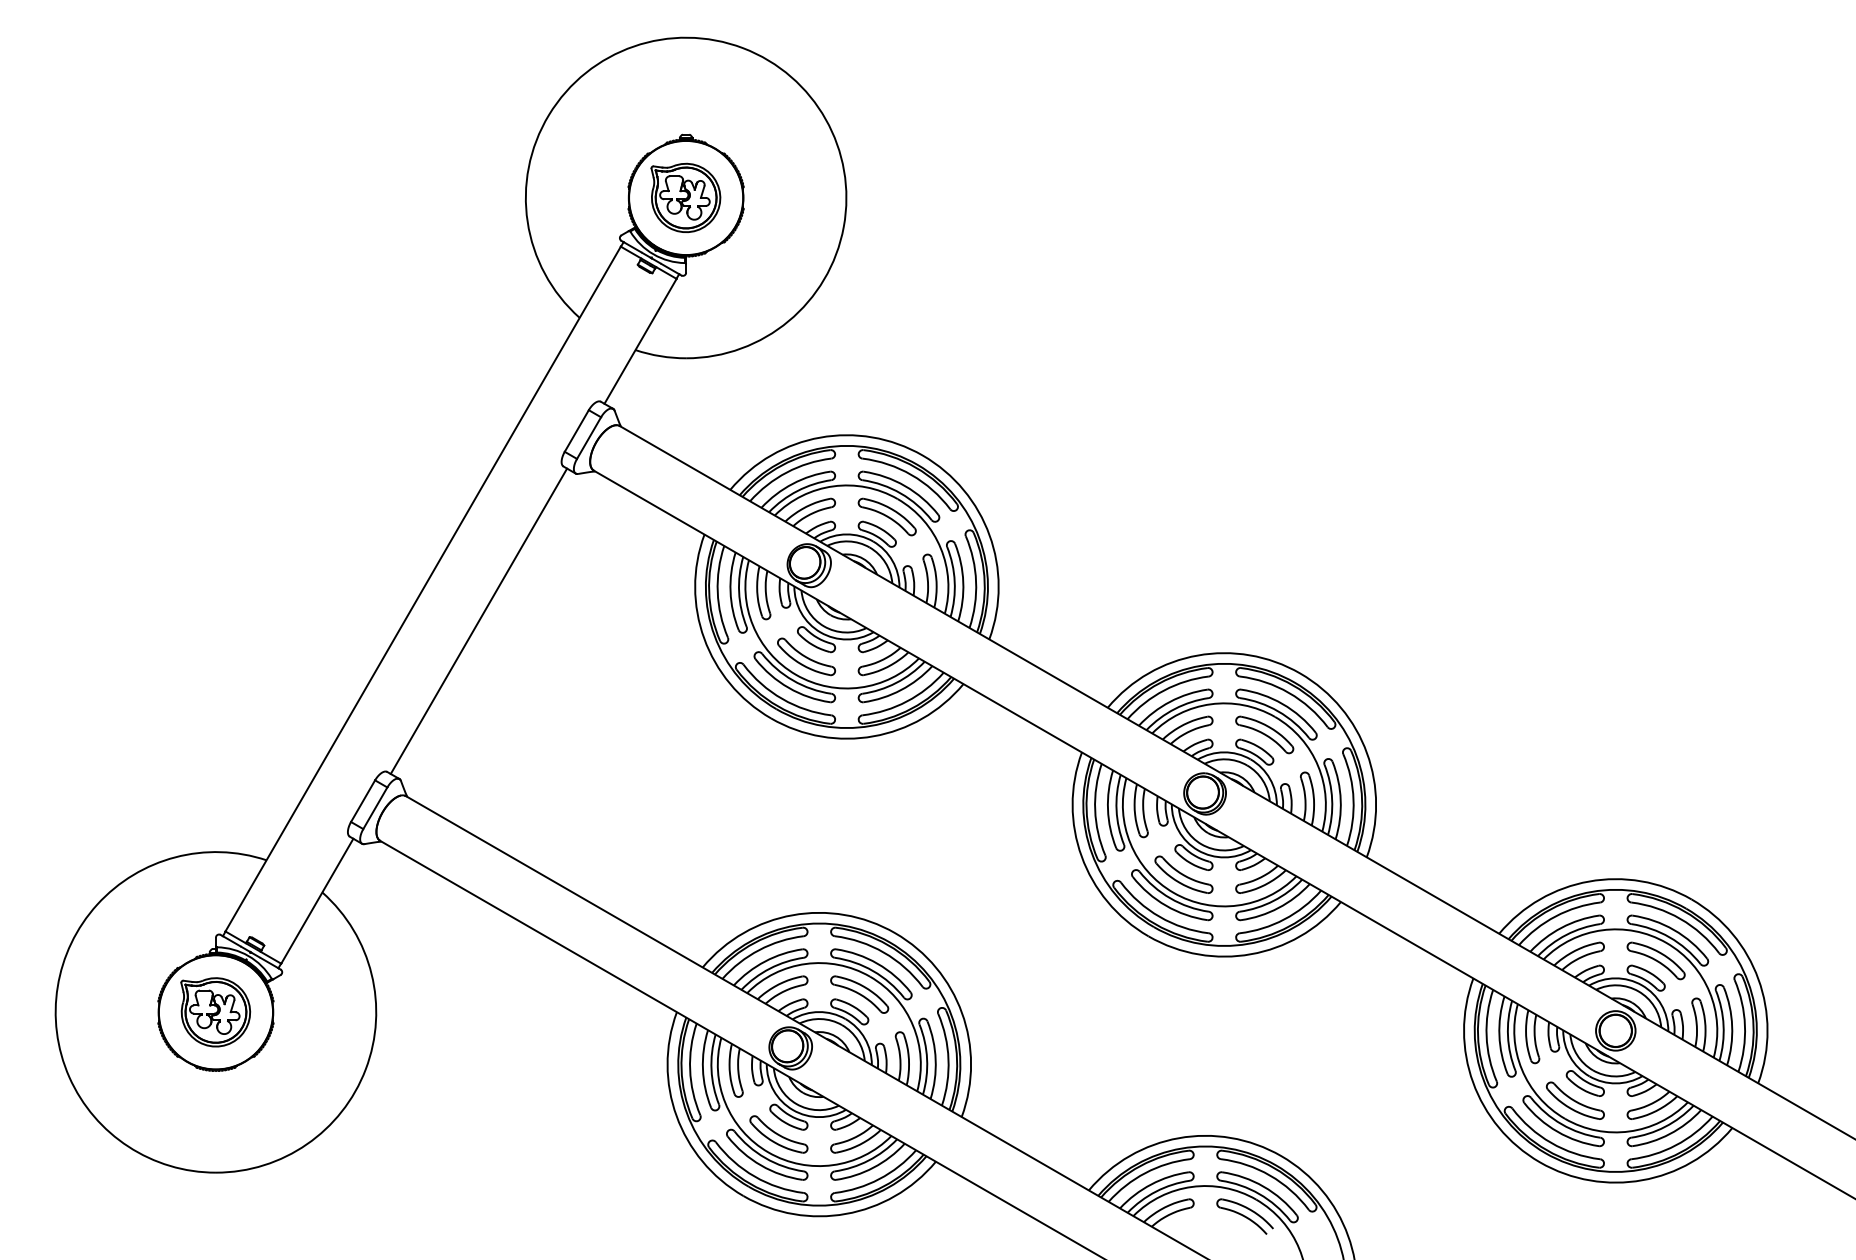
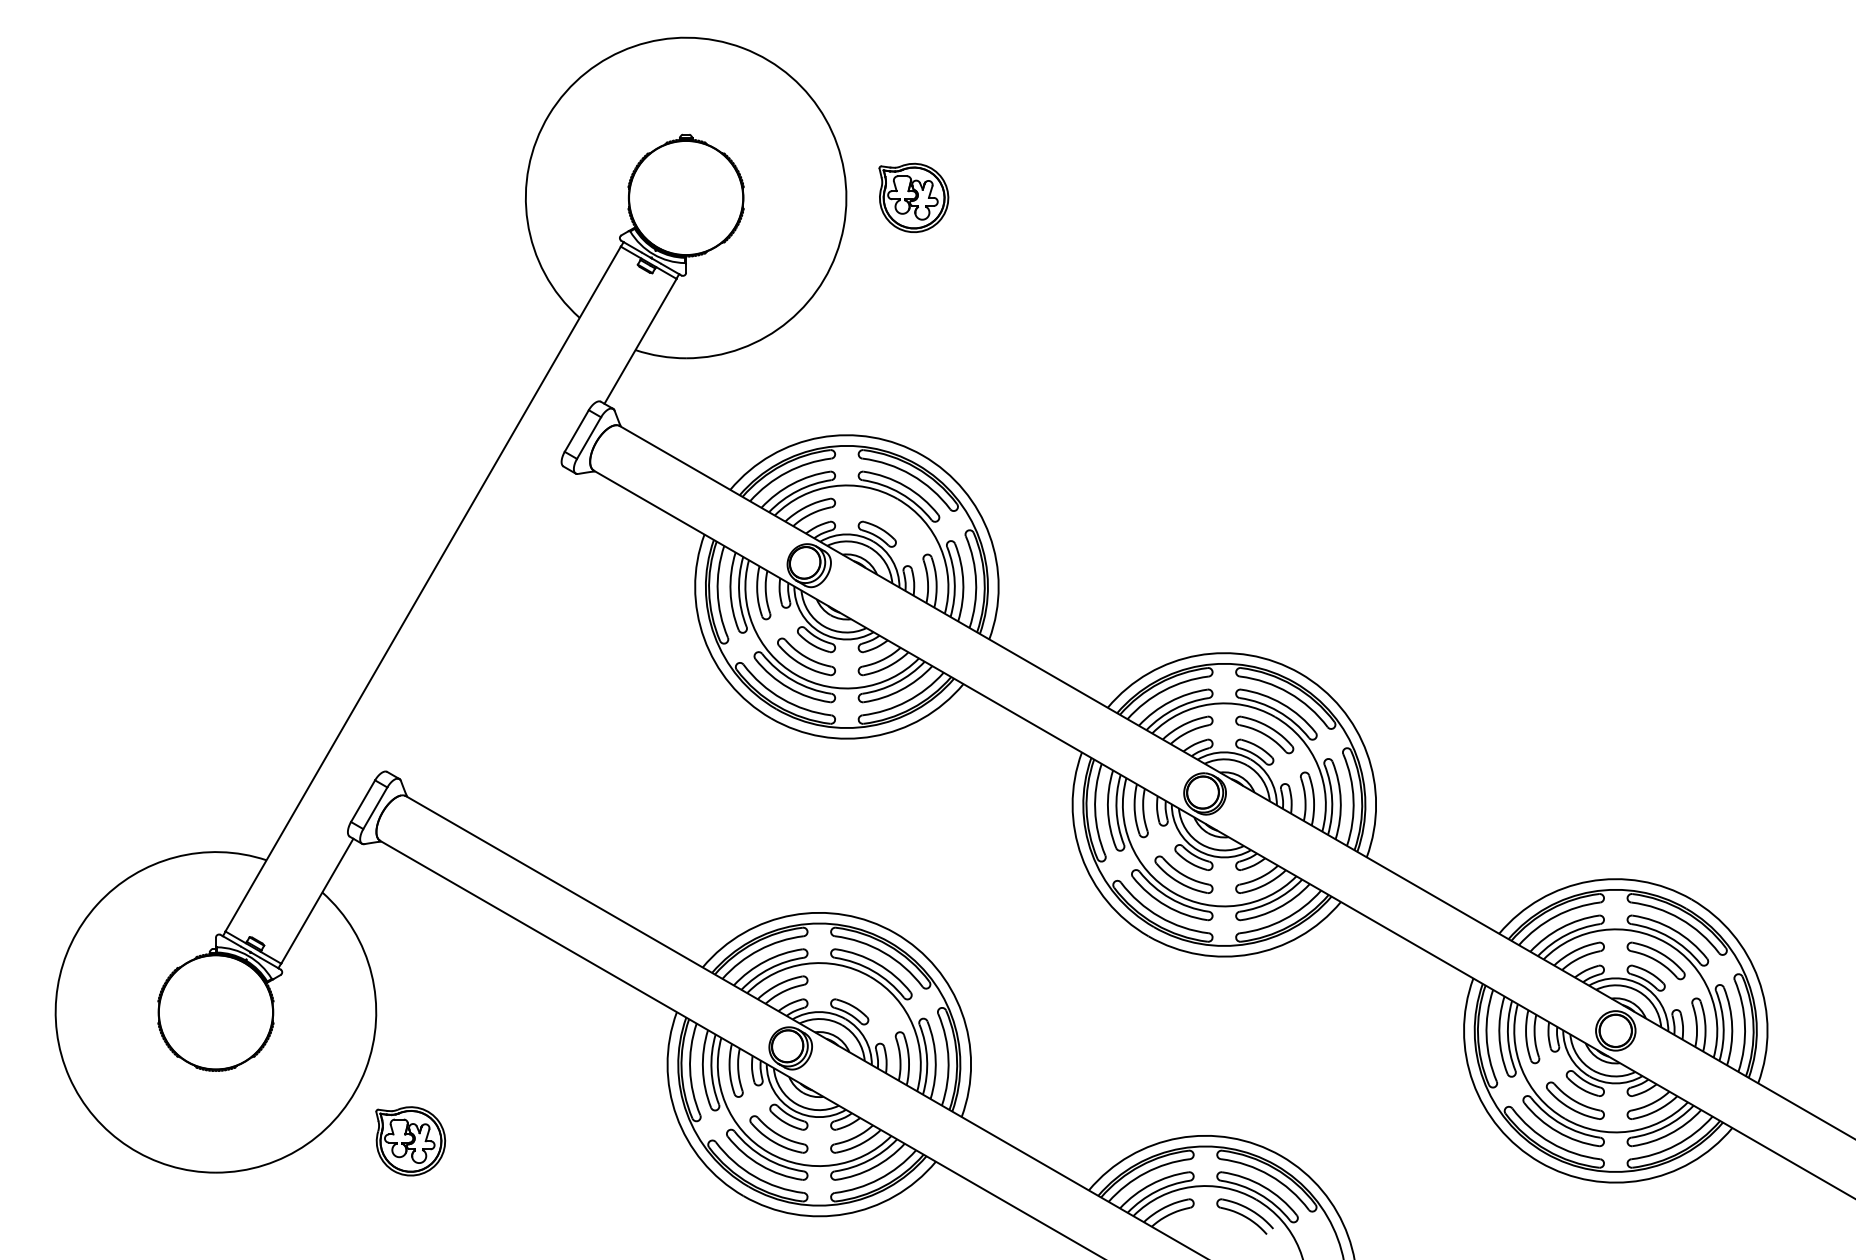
part at (685, 197) position: (685, 197) -> (913, 197)
part at (886, 516): present -> none
line at (478, 621): present -> none
part at (859, 994): present -> none
part at (215, 1012) position: (215, 1012) -> (410, 1141)
